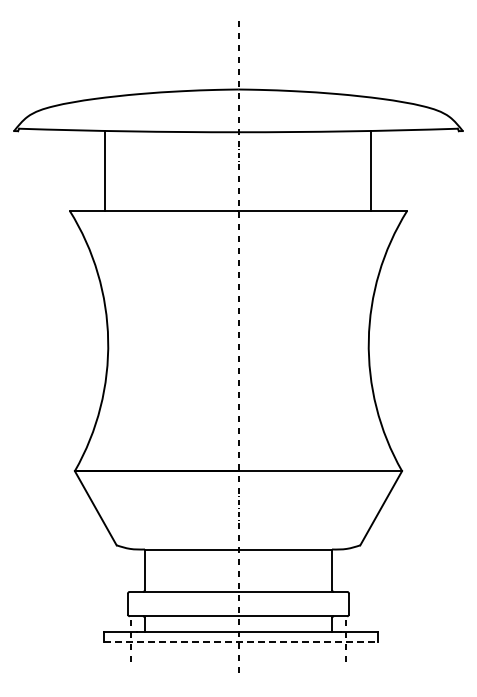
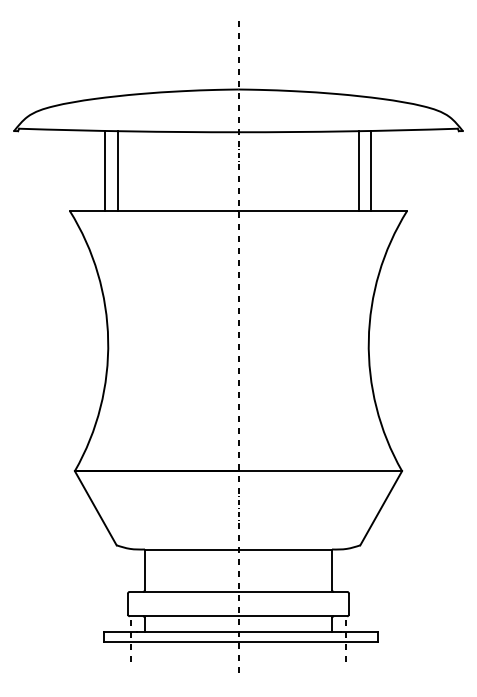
line at (117, 170): none -> present
line at (359, 170): none -> present
line at (241, 641): dashed -> solid
